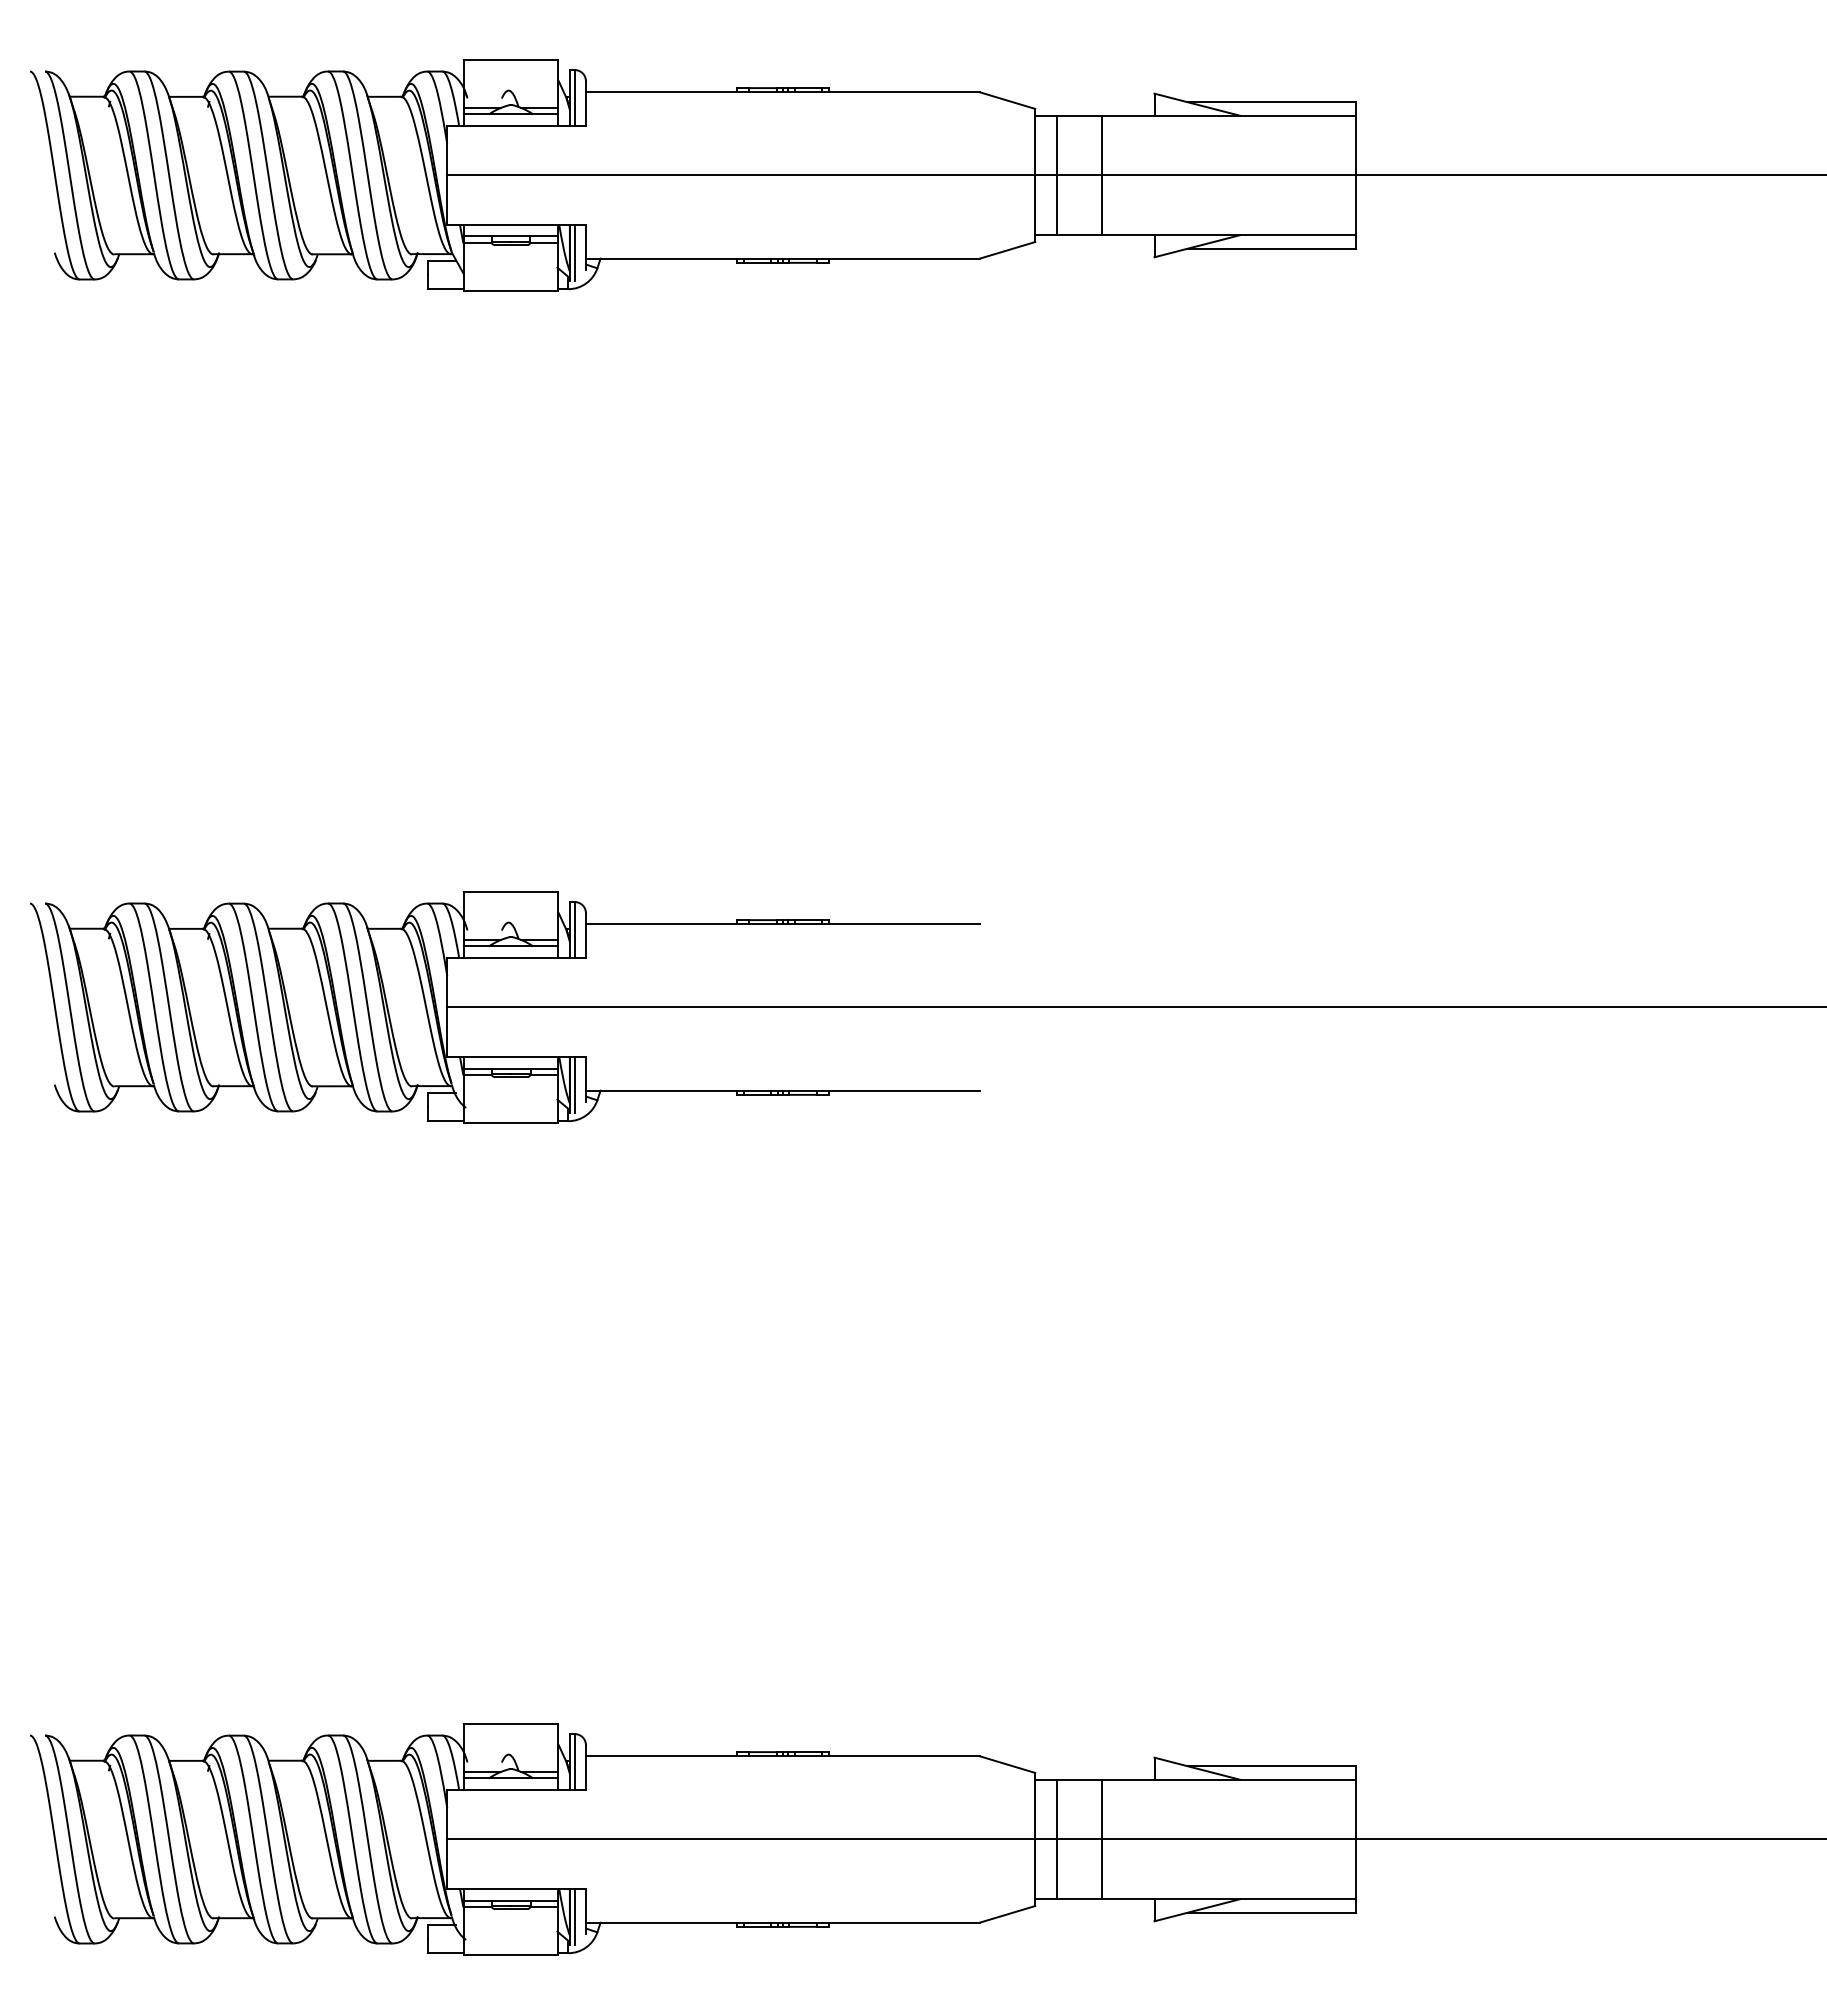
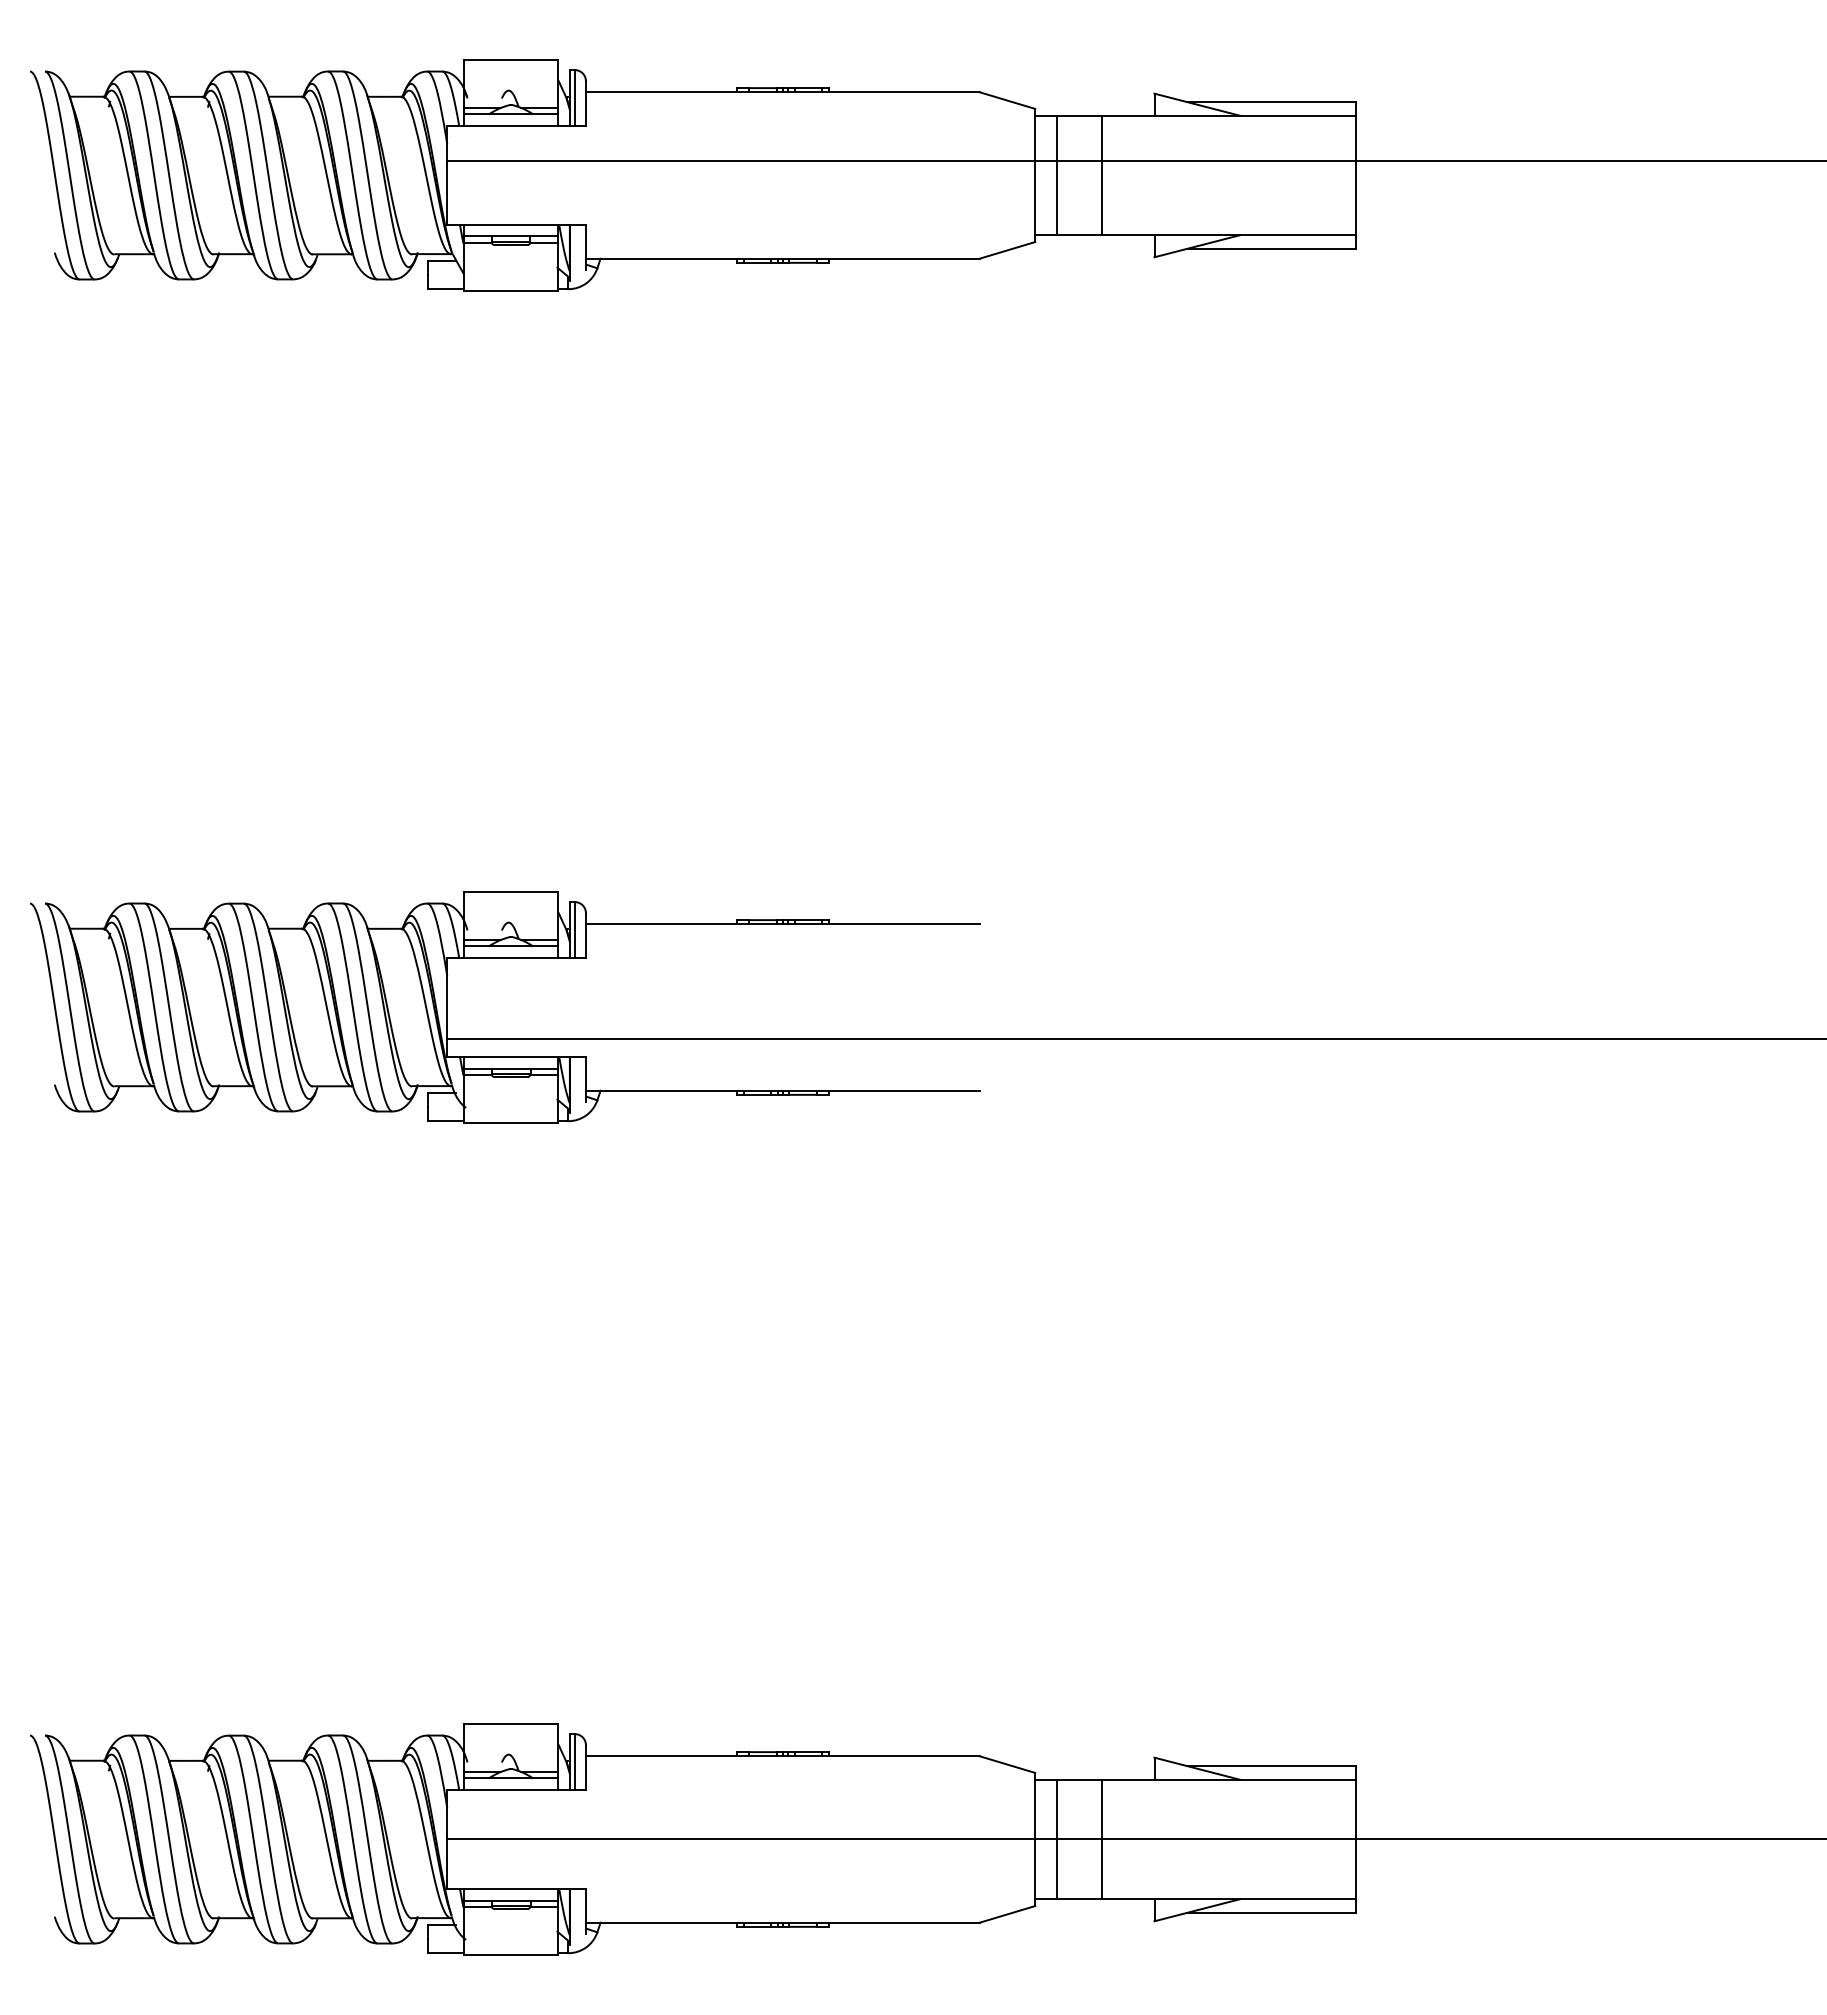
line at (1135, 175) position: (1135, 175) -> (1135, 161)
line at (574, 252): present -> none
line at (1135, 1007) position: (1135, 1007) -> (1135, 1039)
line at (574, 1084): present -> none
line at (574, 1916): present -> none
